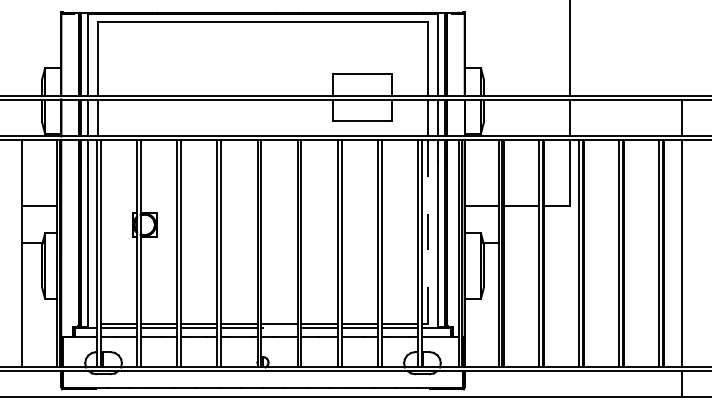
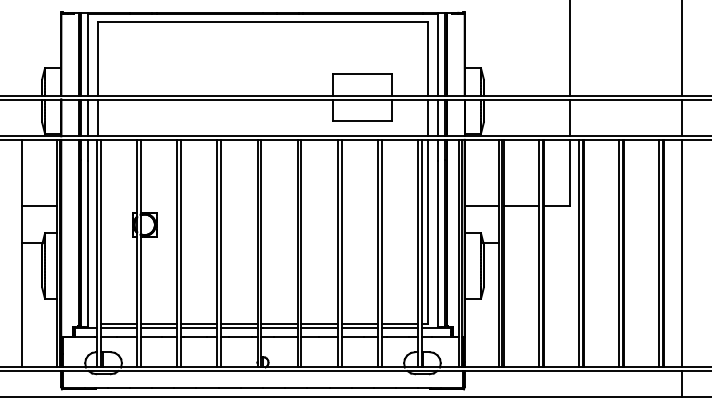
line at (681, 48): none -> present
line at (428, 231): dashed -> solid
line at (280, 327): none -> present
